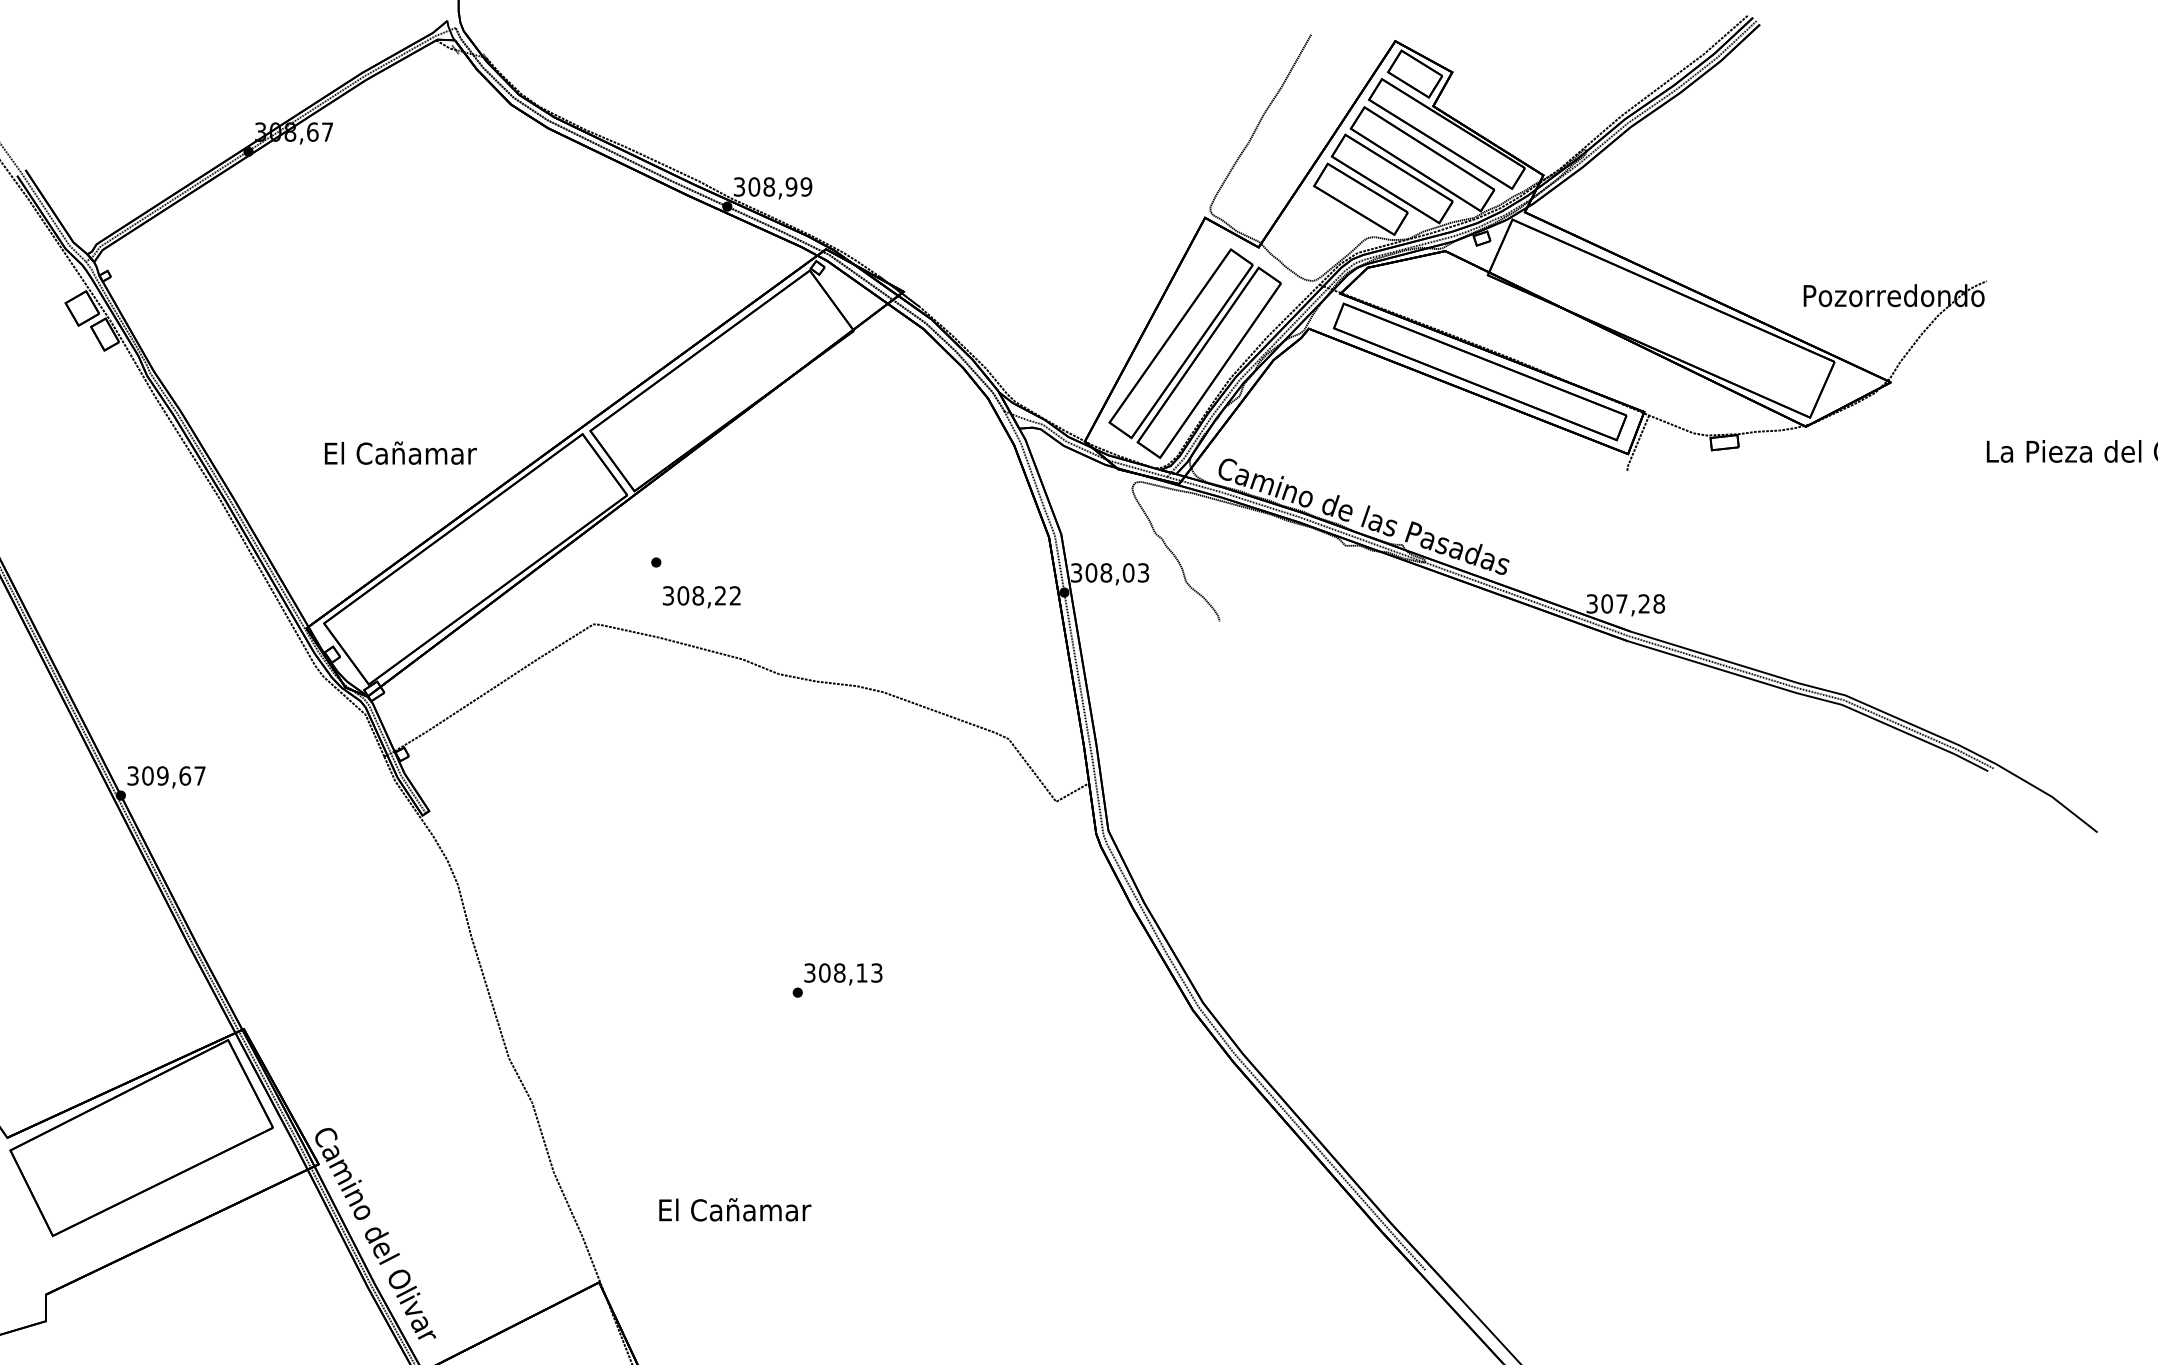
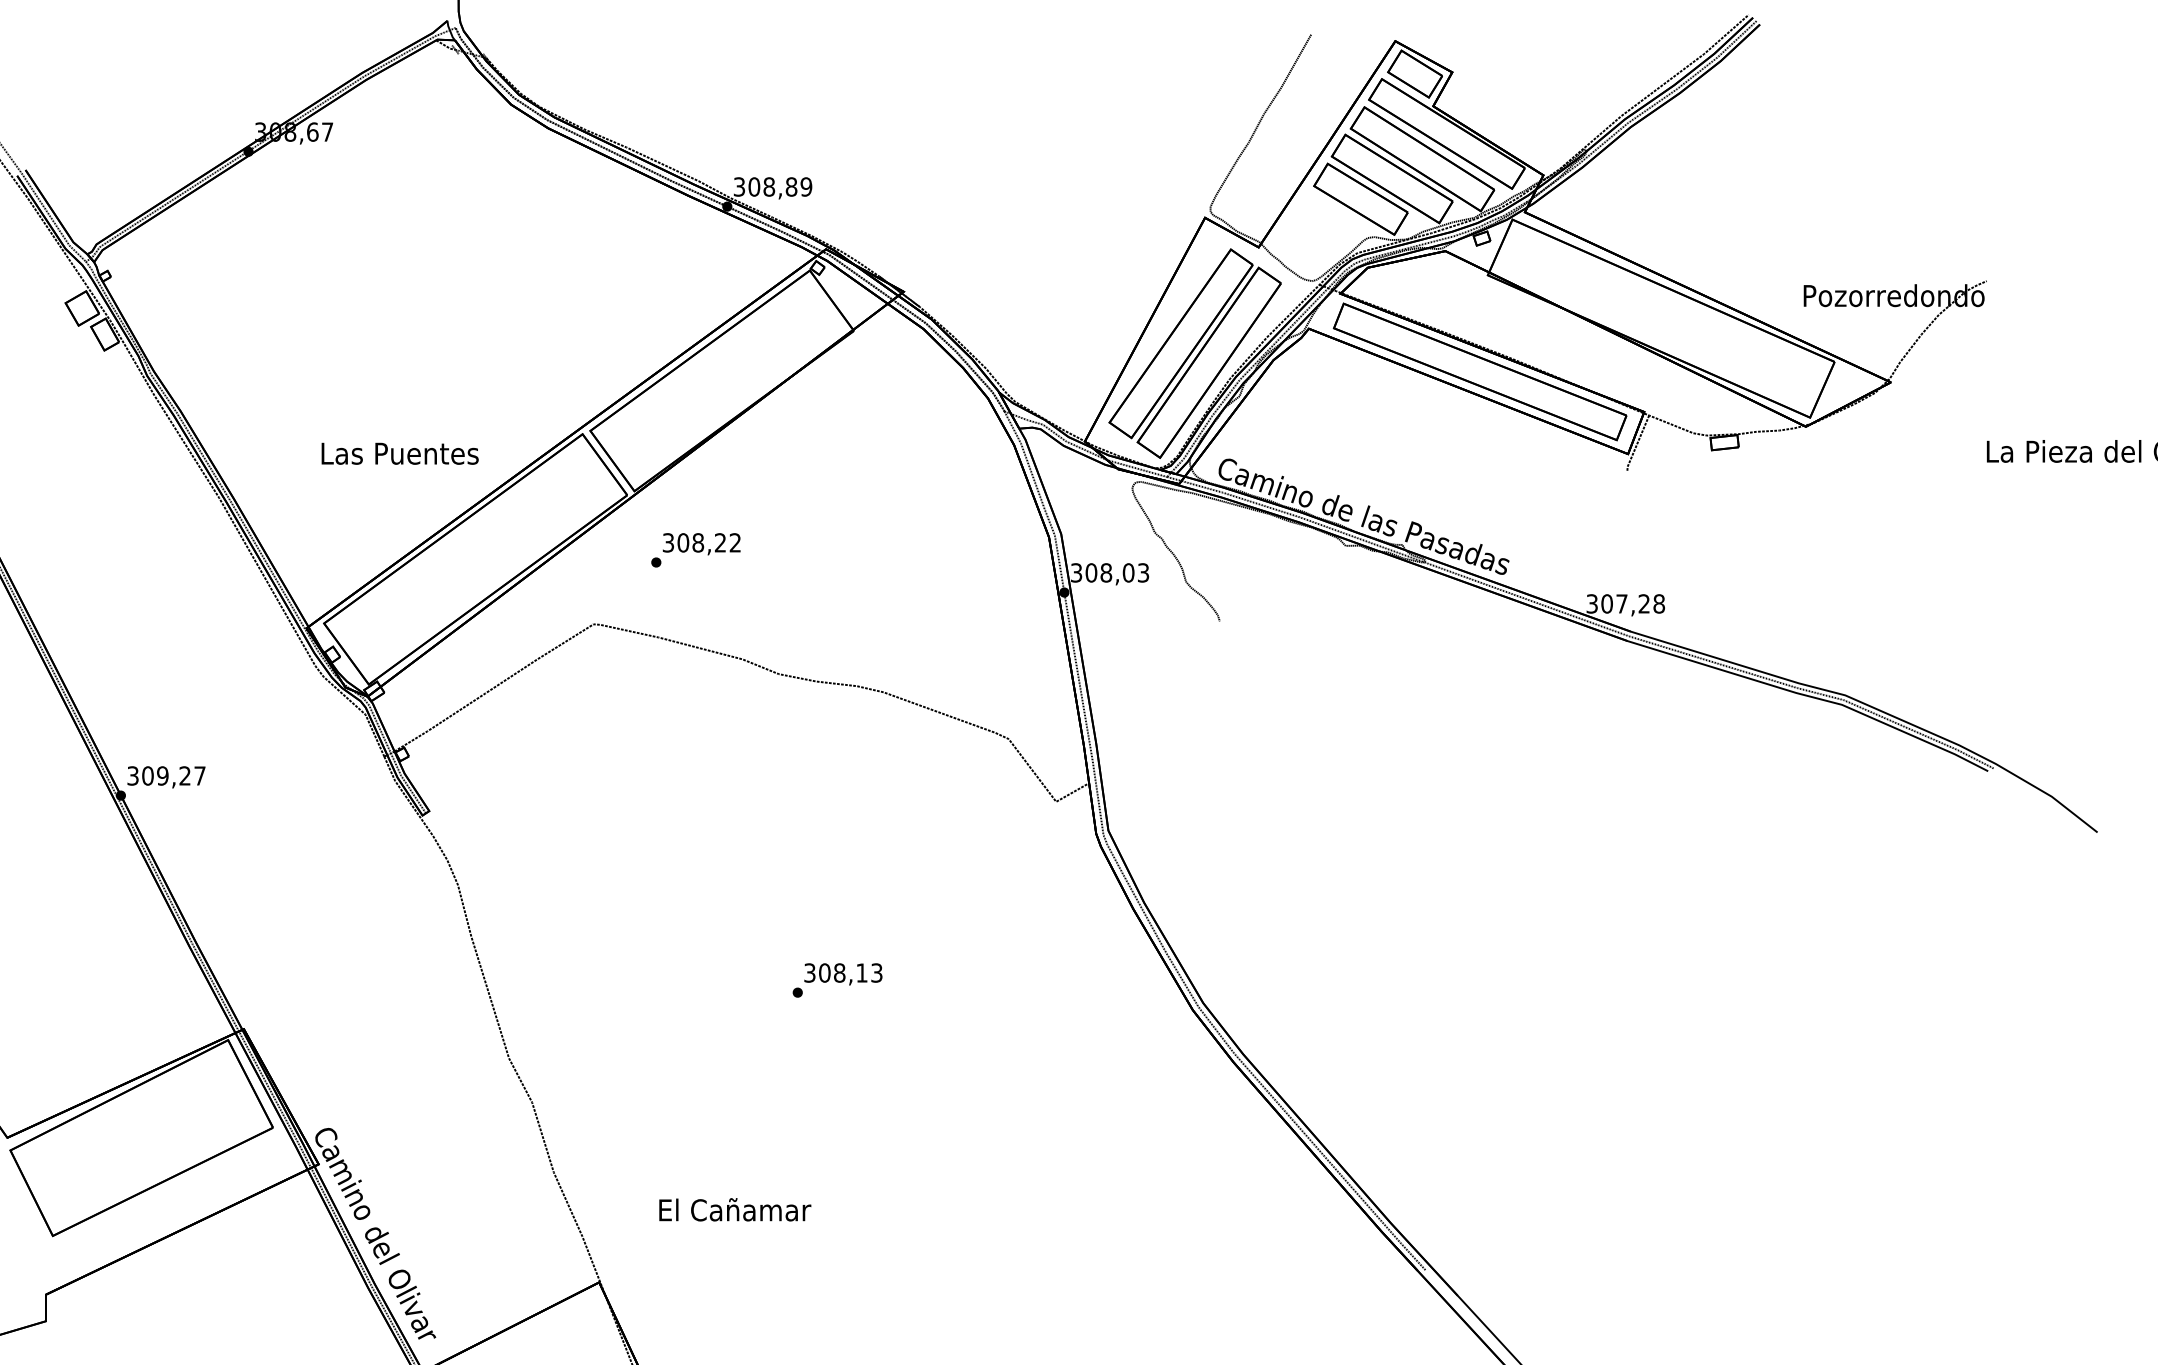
text at (791, 186): 308,99 -> 308,89
text at (399, 452): El Cañamar -> Las Puentes
text at (701, 597) position: (701, 597) -> (701, 544)
text at (185, 775): 309,67 -> 309,27
